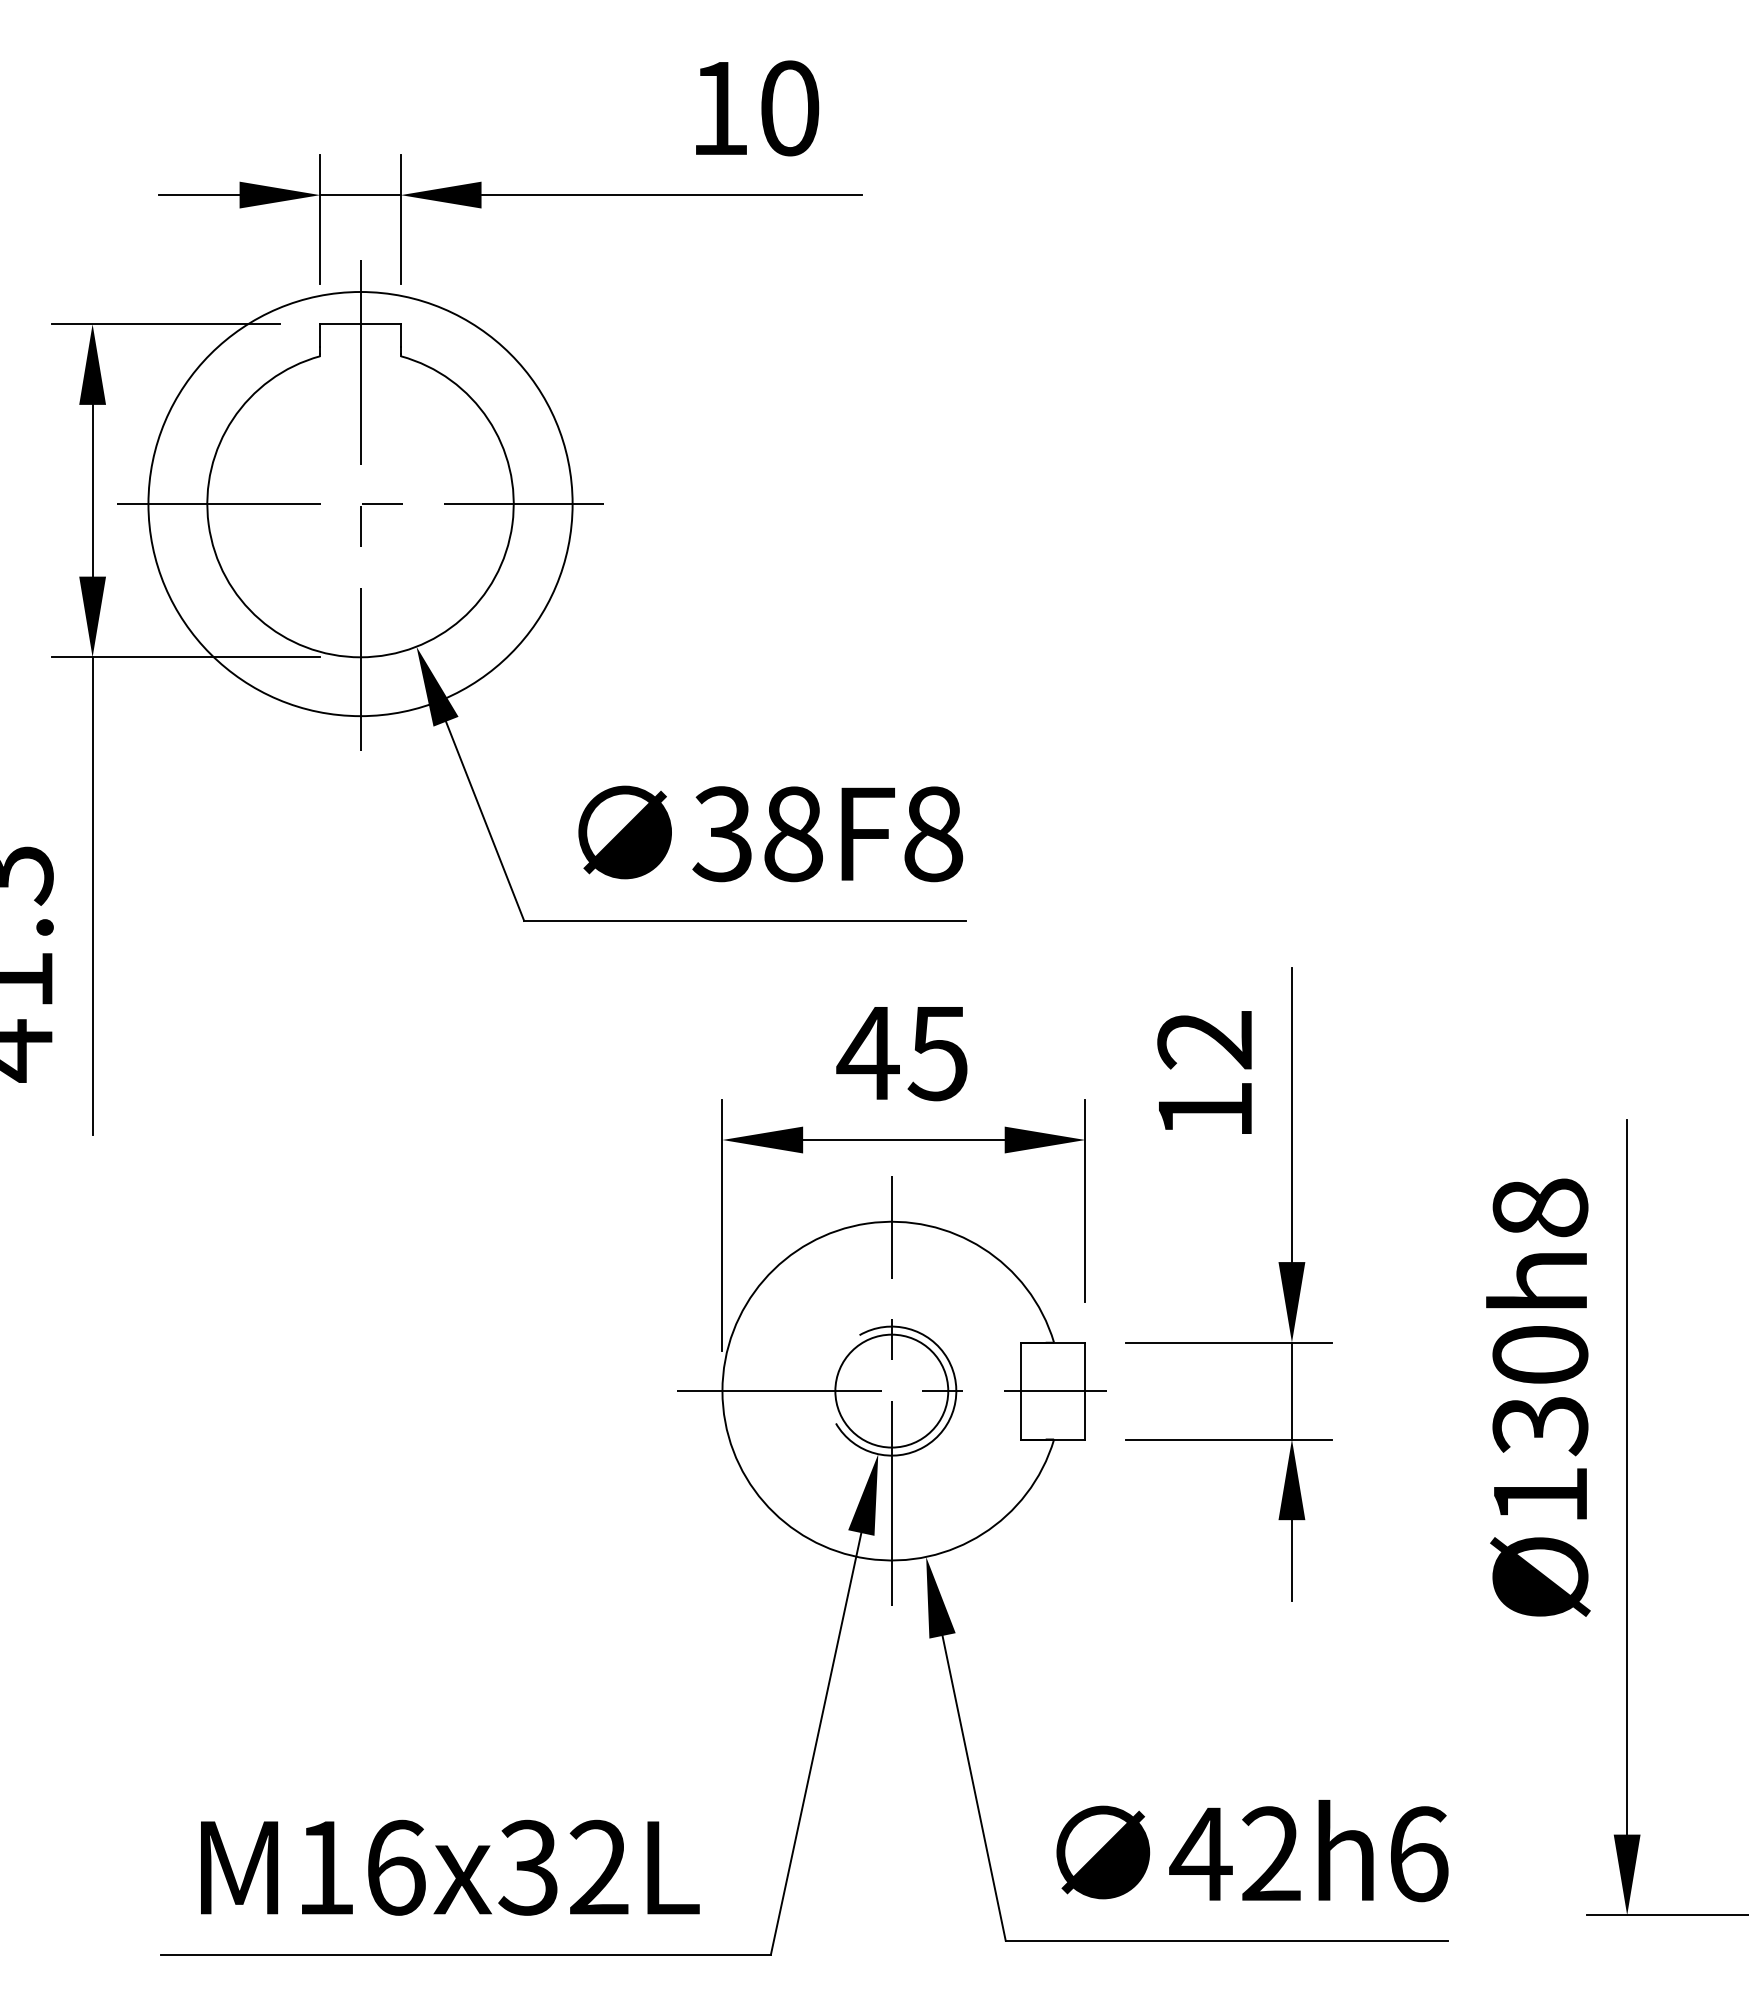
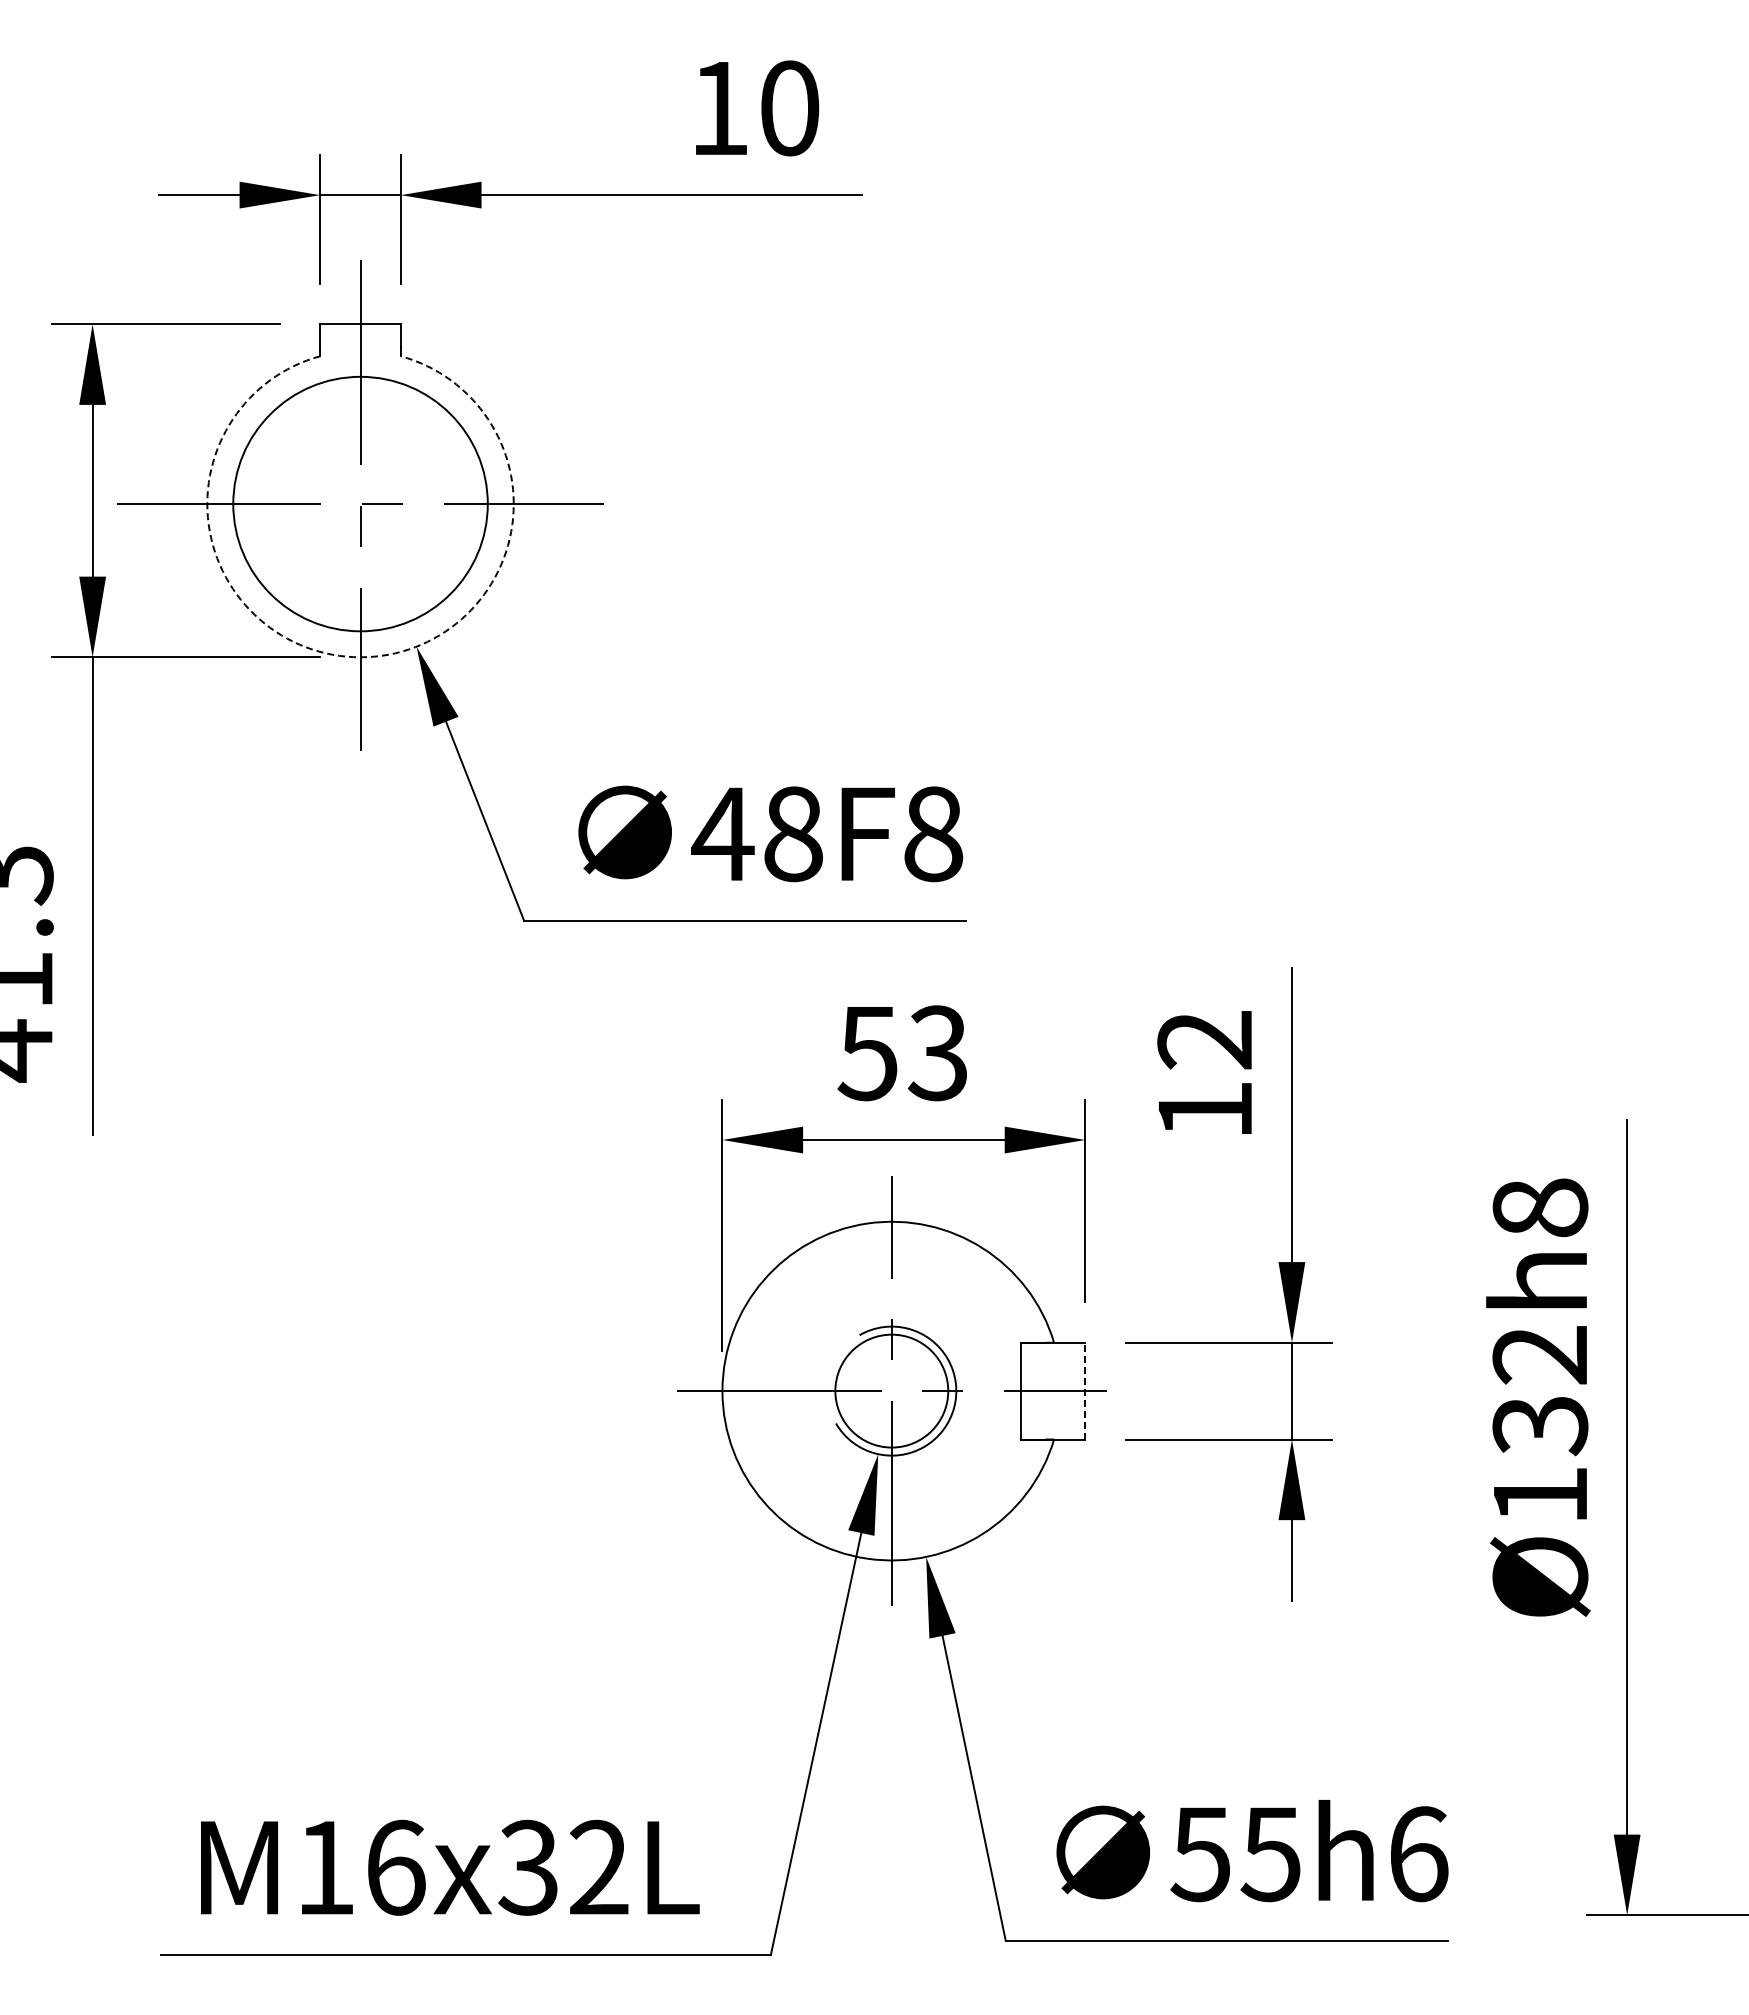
circle at (360, 504) diameter: 424 px -> 254 px
arc at (360, 657): solid -> dashed
text at (722, 834): 38F8 -> 48F8
text at (901, 1053): 45 -> 53
text at (1540, 1355): Ø130h8 -> Ø132h8
line at (1085, 1390): solid -> dashed
text at (1234, 1854): 42h6 -> 55h6
